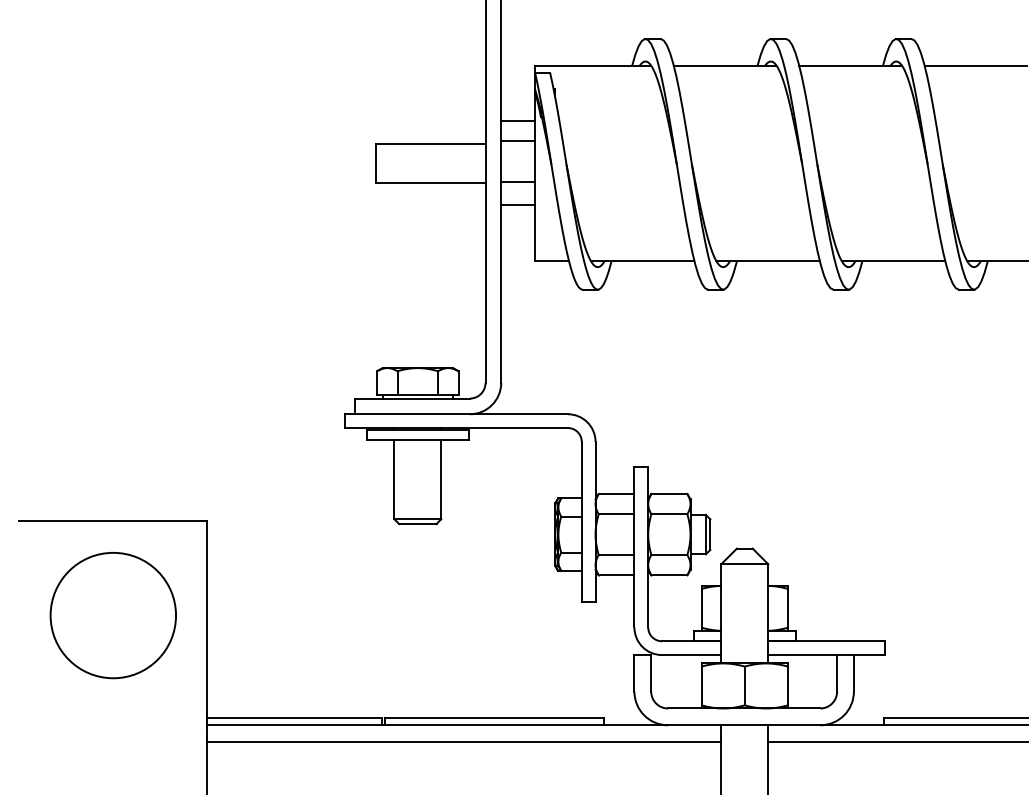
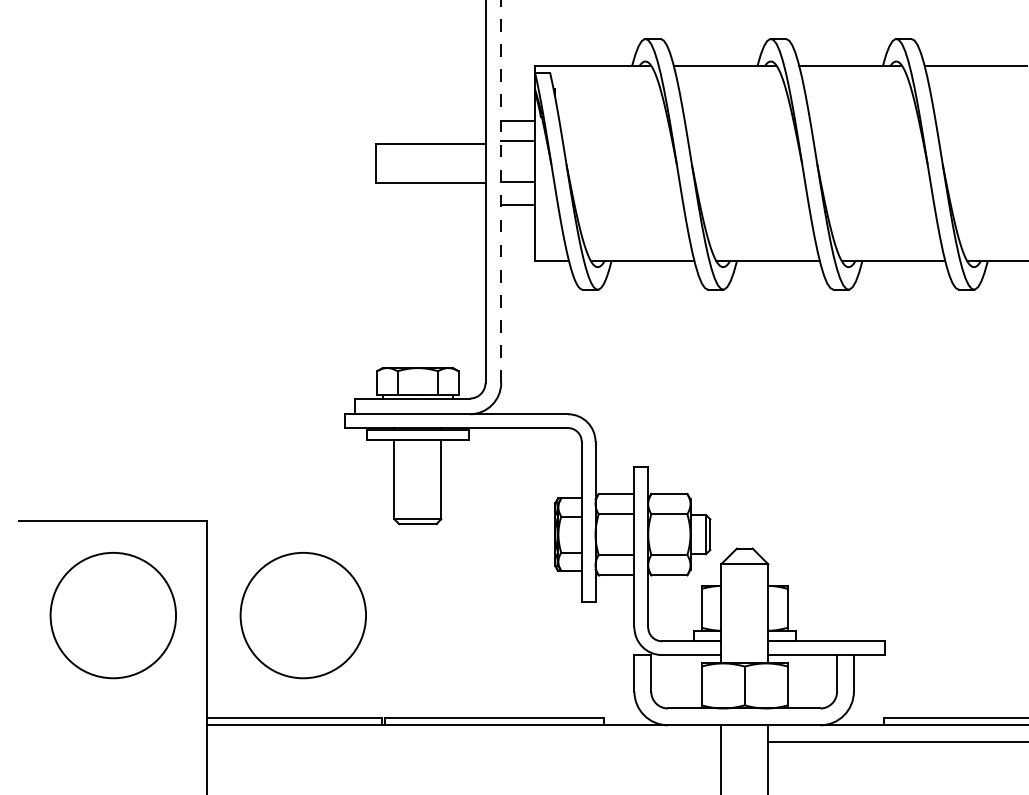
line at (501, 191): solid -> dashed
circle at (302, 615): none -> present
line at (464, 742): present -> none
